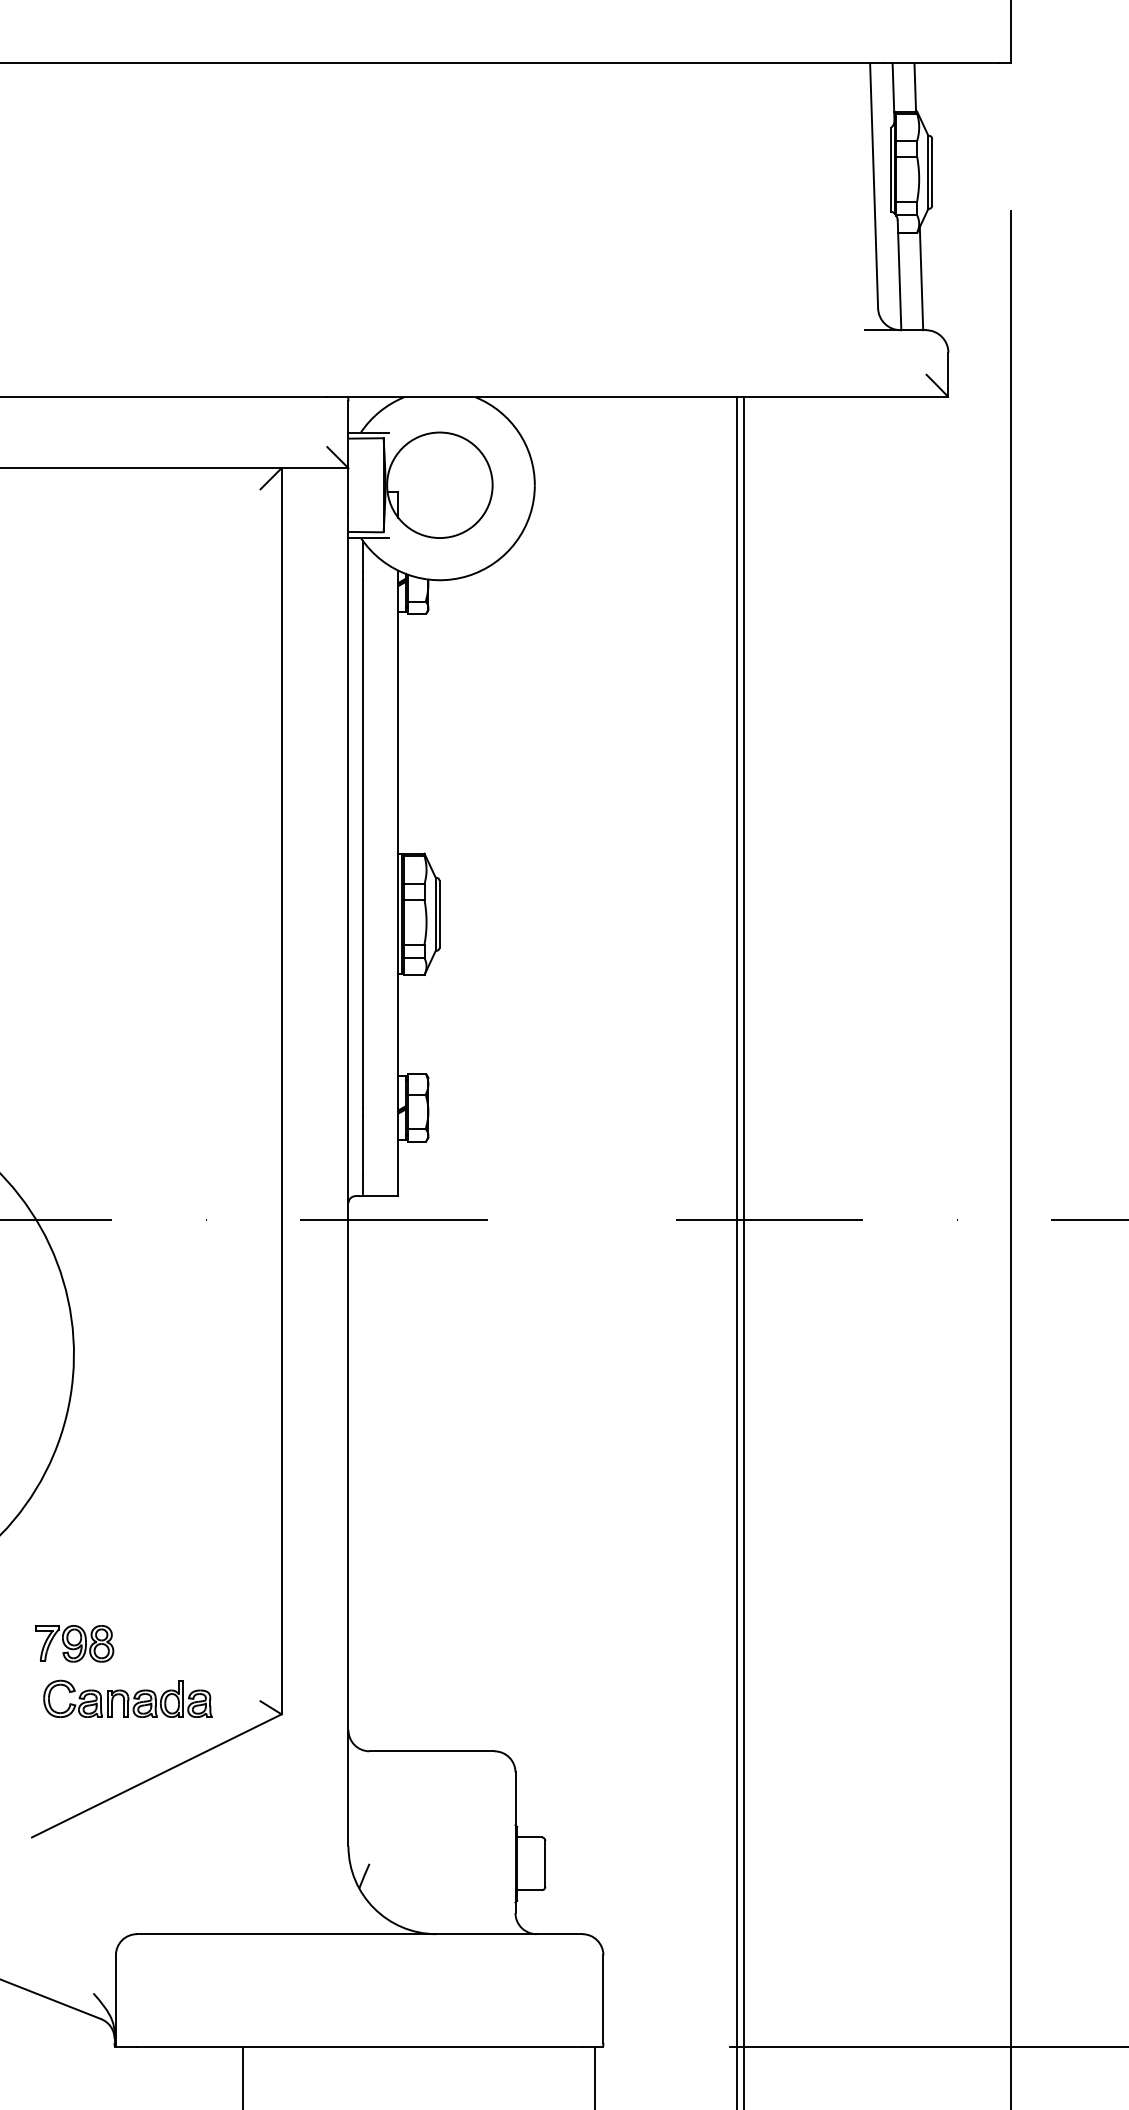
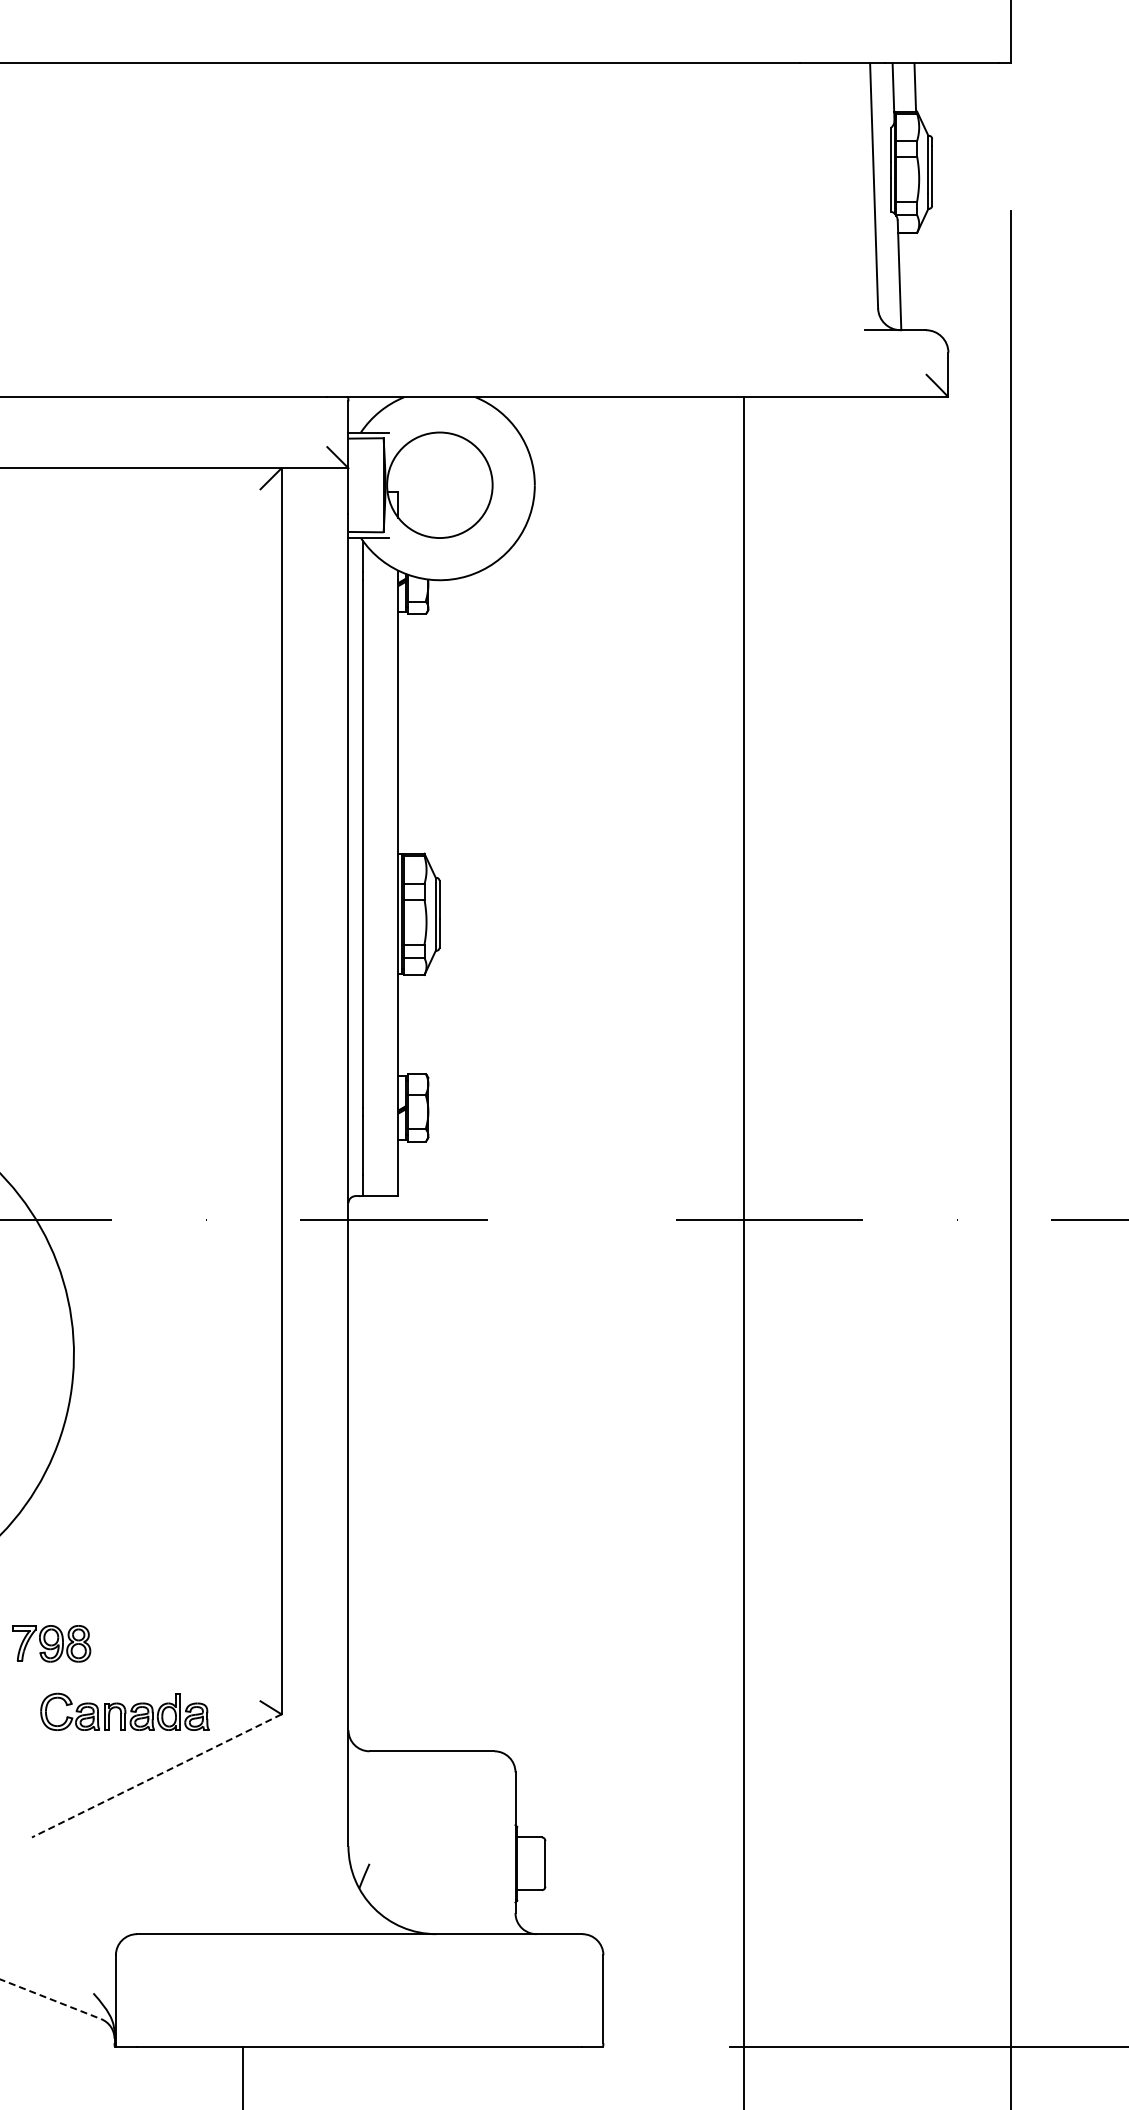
line at (921, 278): present -> none
line at (737, 1251): present -> none
part at (74, 1643) position: (74, 1643) -> (51, 1643)
part at (127, 1698) position: (127, 1698) -> (124, 1711)
line at (156, 1776): solid -> dashed
line at (51, 1999): solid -> dashed
line at (594, 2076): present -> none
